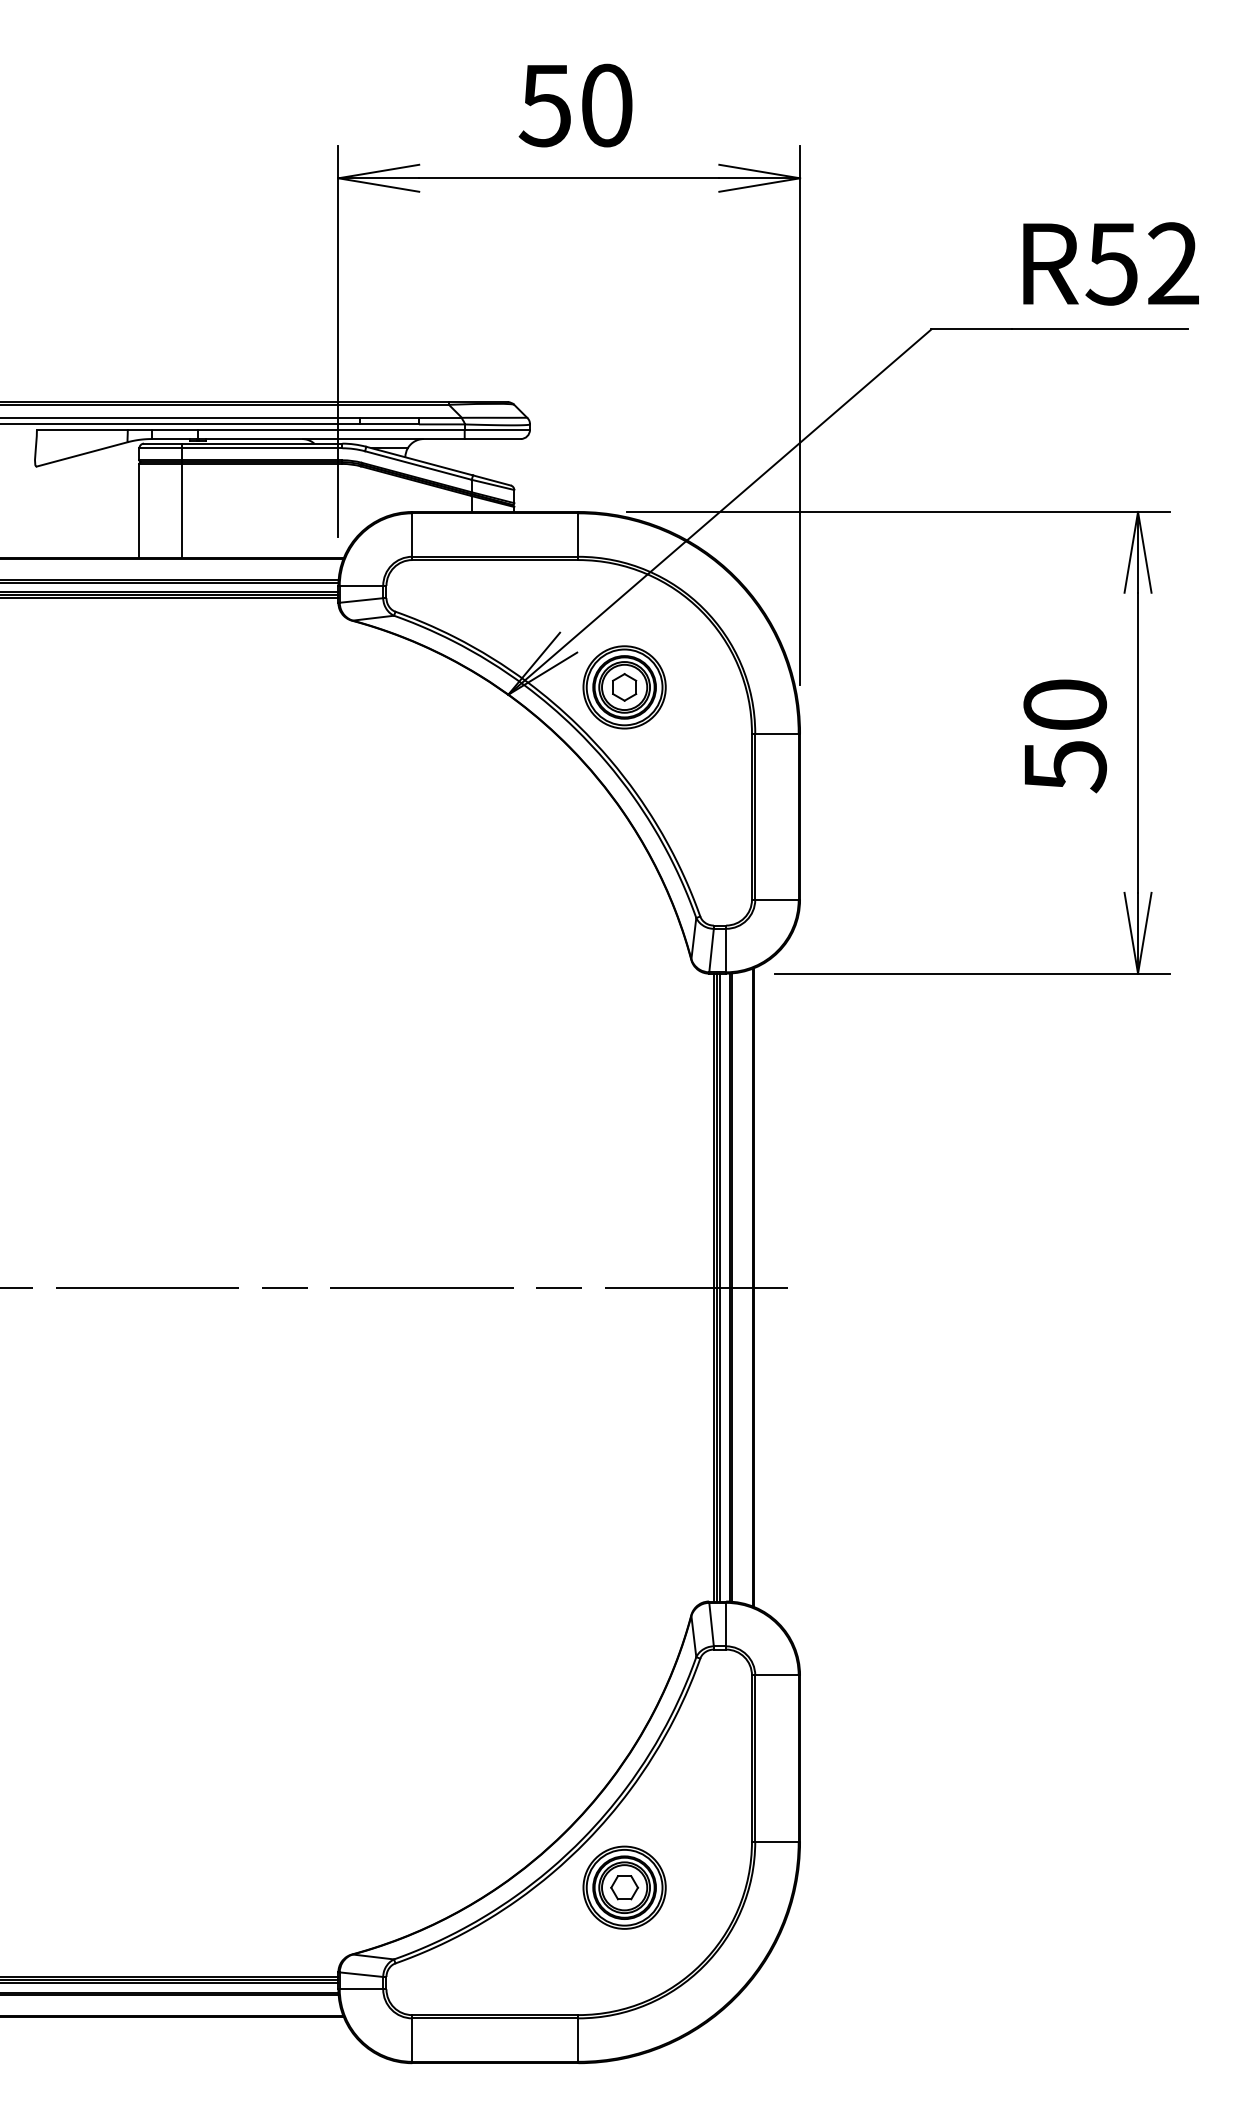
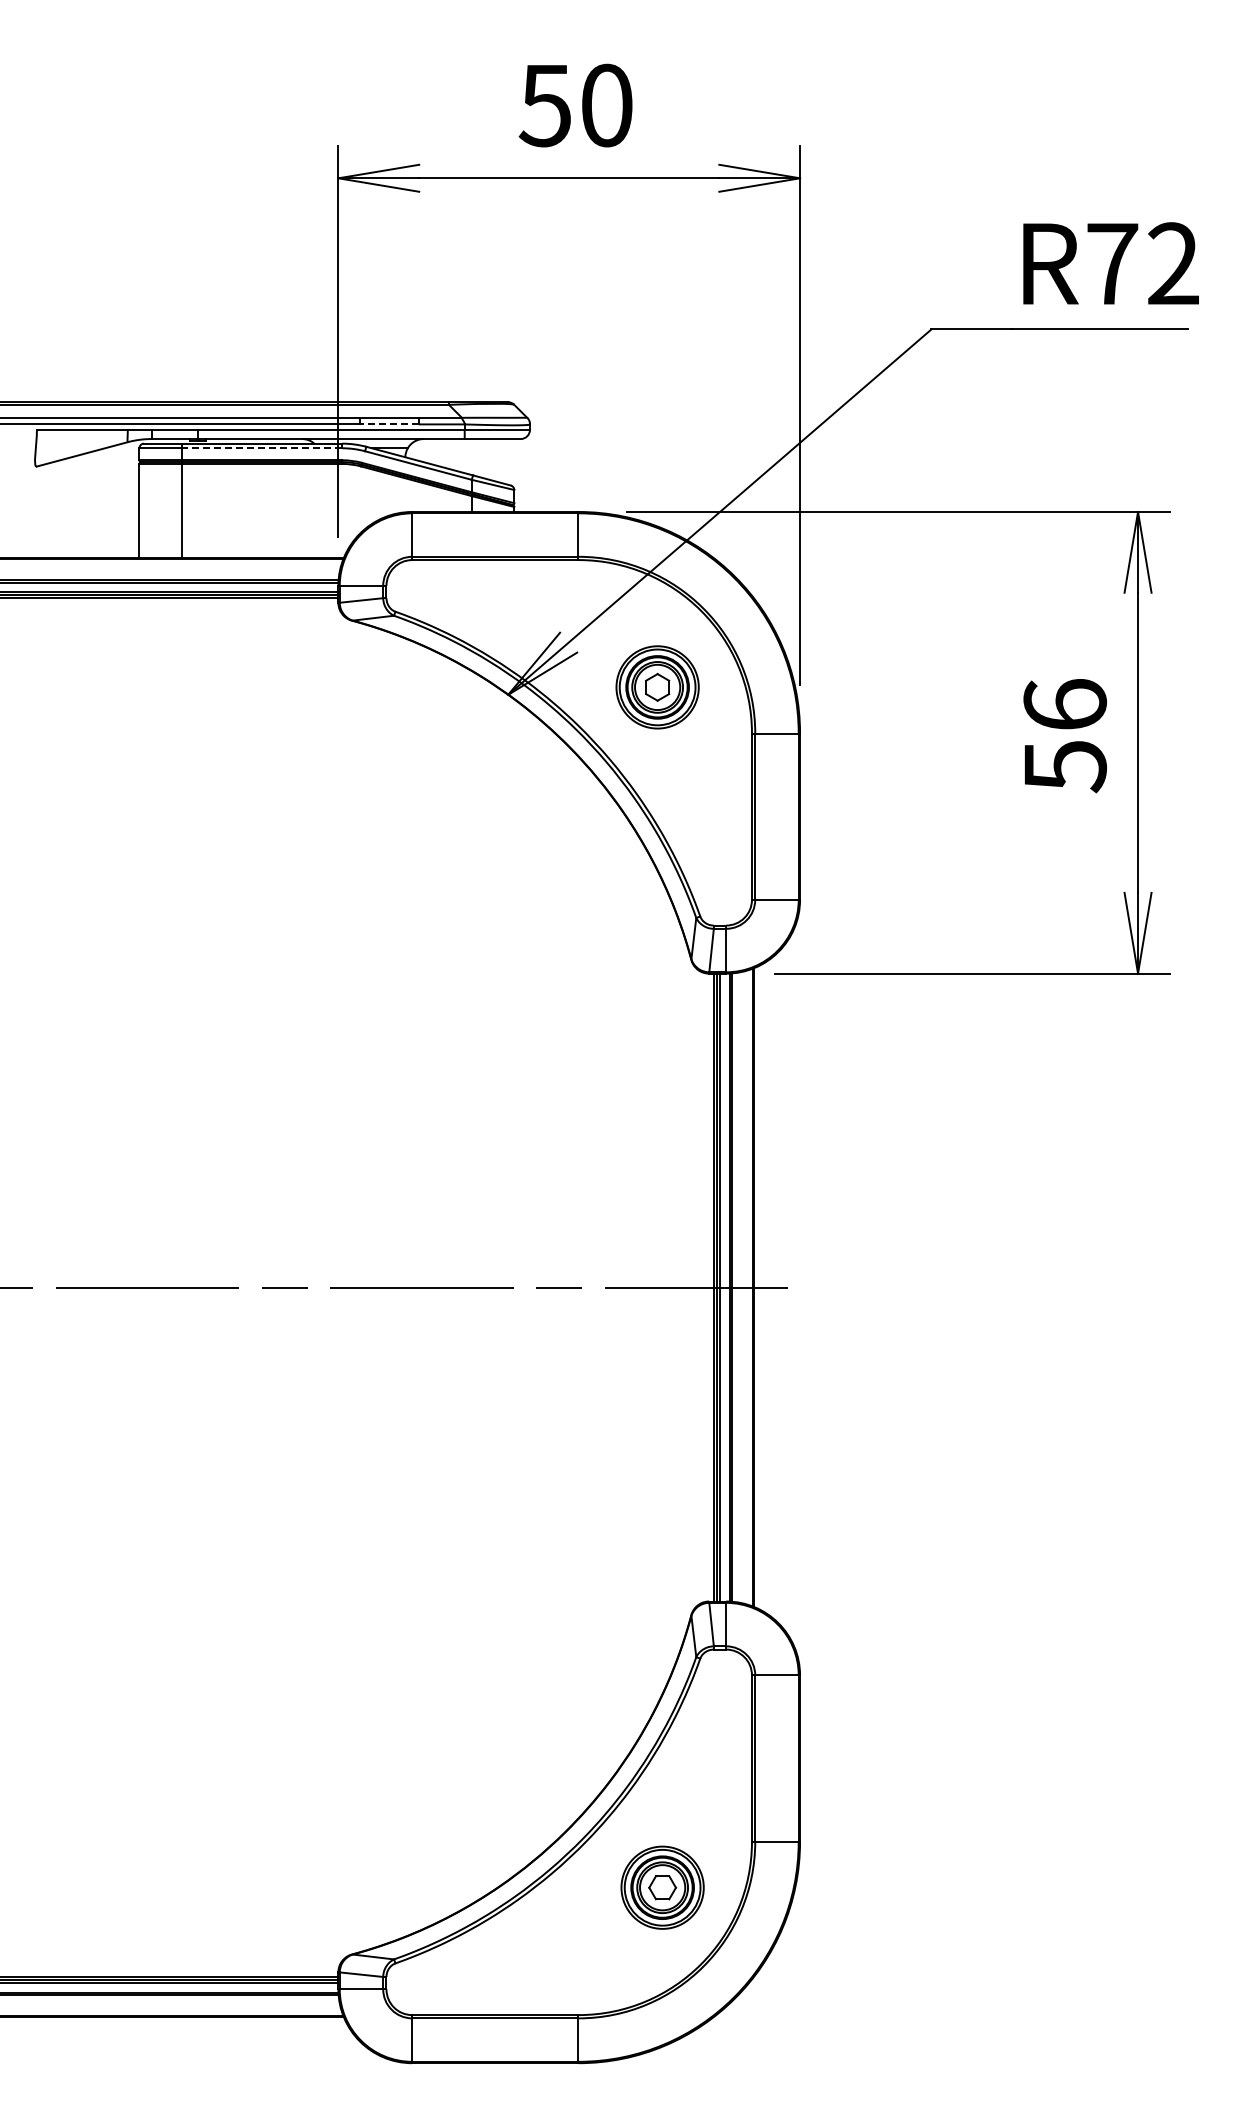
text at (1111, 264): R52 -> R72
line at (389, 424): solid -> dashed
line at (261, 448): solid -> dashed
part at (624, 687) position: (624, 687) -> (657, 687)
text at (1065, 704): 50 -> 56
part at (624, 1887) position: (624, 1887) -> (662, 1887)
